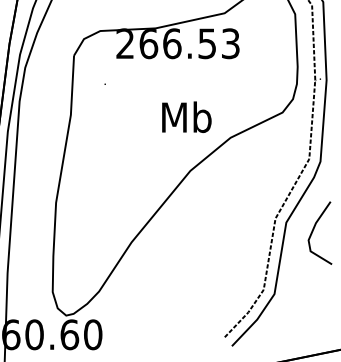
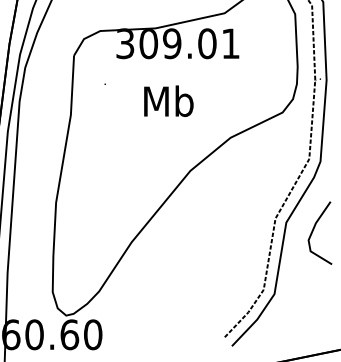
text at (177, 43): 266.53 -> 309.01
text at (186, 116) position: (186, 116) -> (168, 100)
